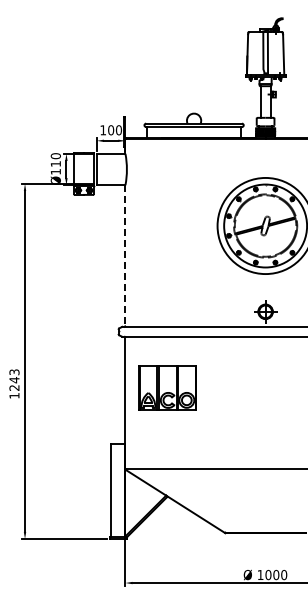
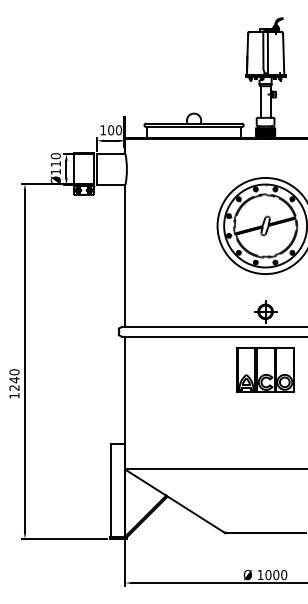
line at (125, 256): dashed -> solid
text at (14, 372): 1243 -> 1240
part at (167, 387) position: (167, 387) -> (265, 369)
